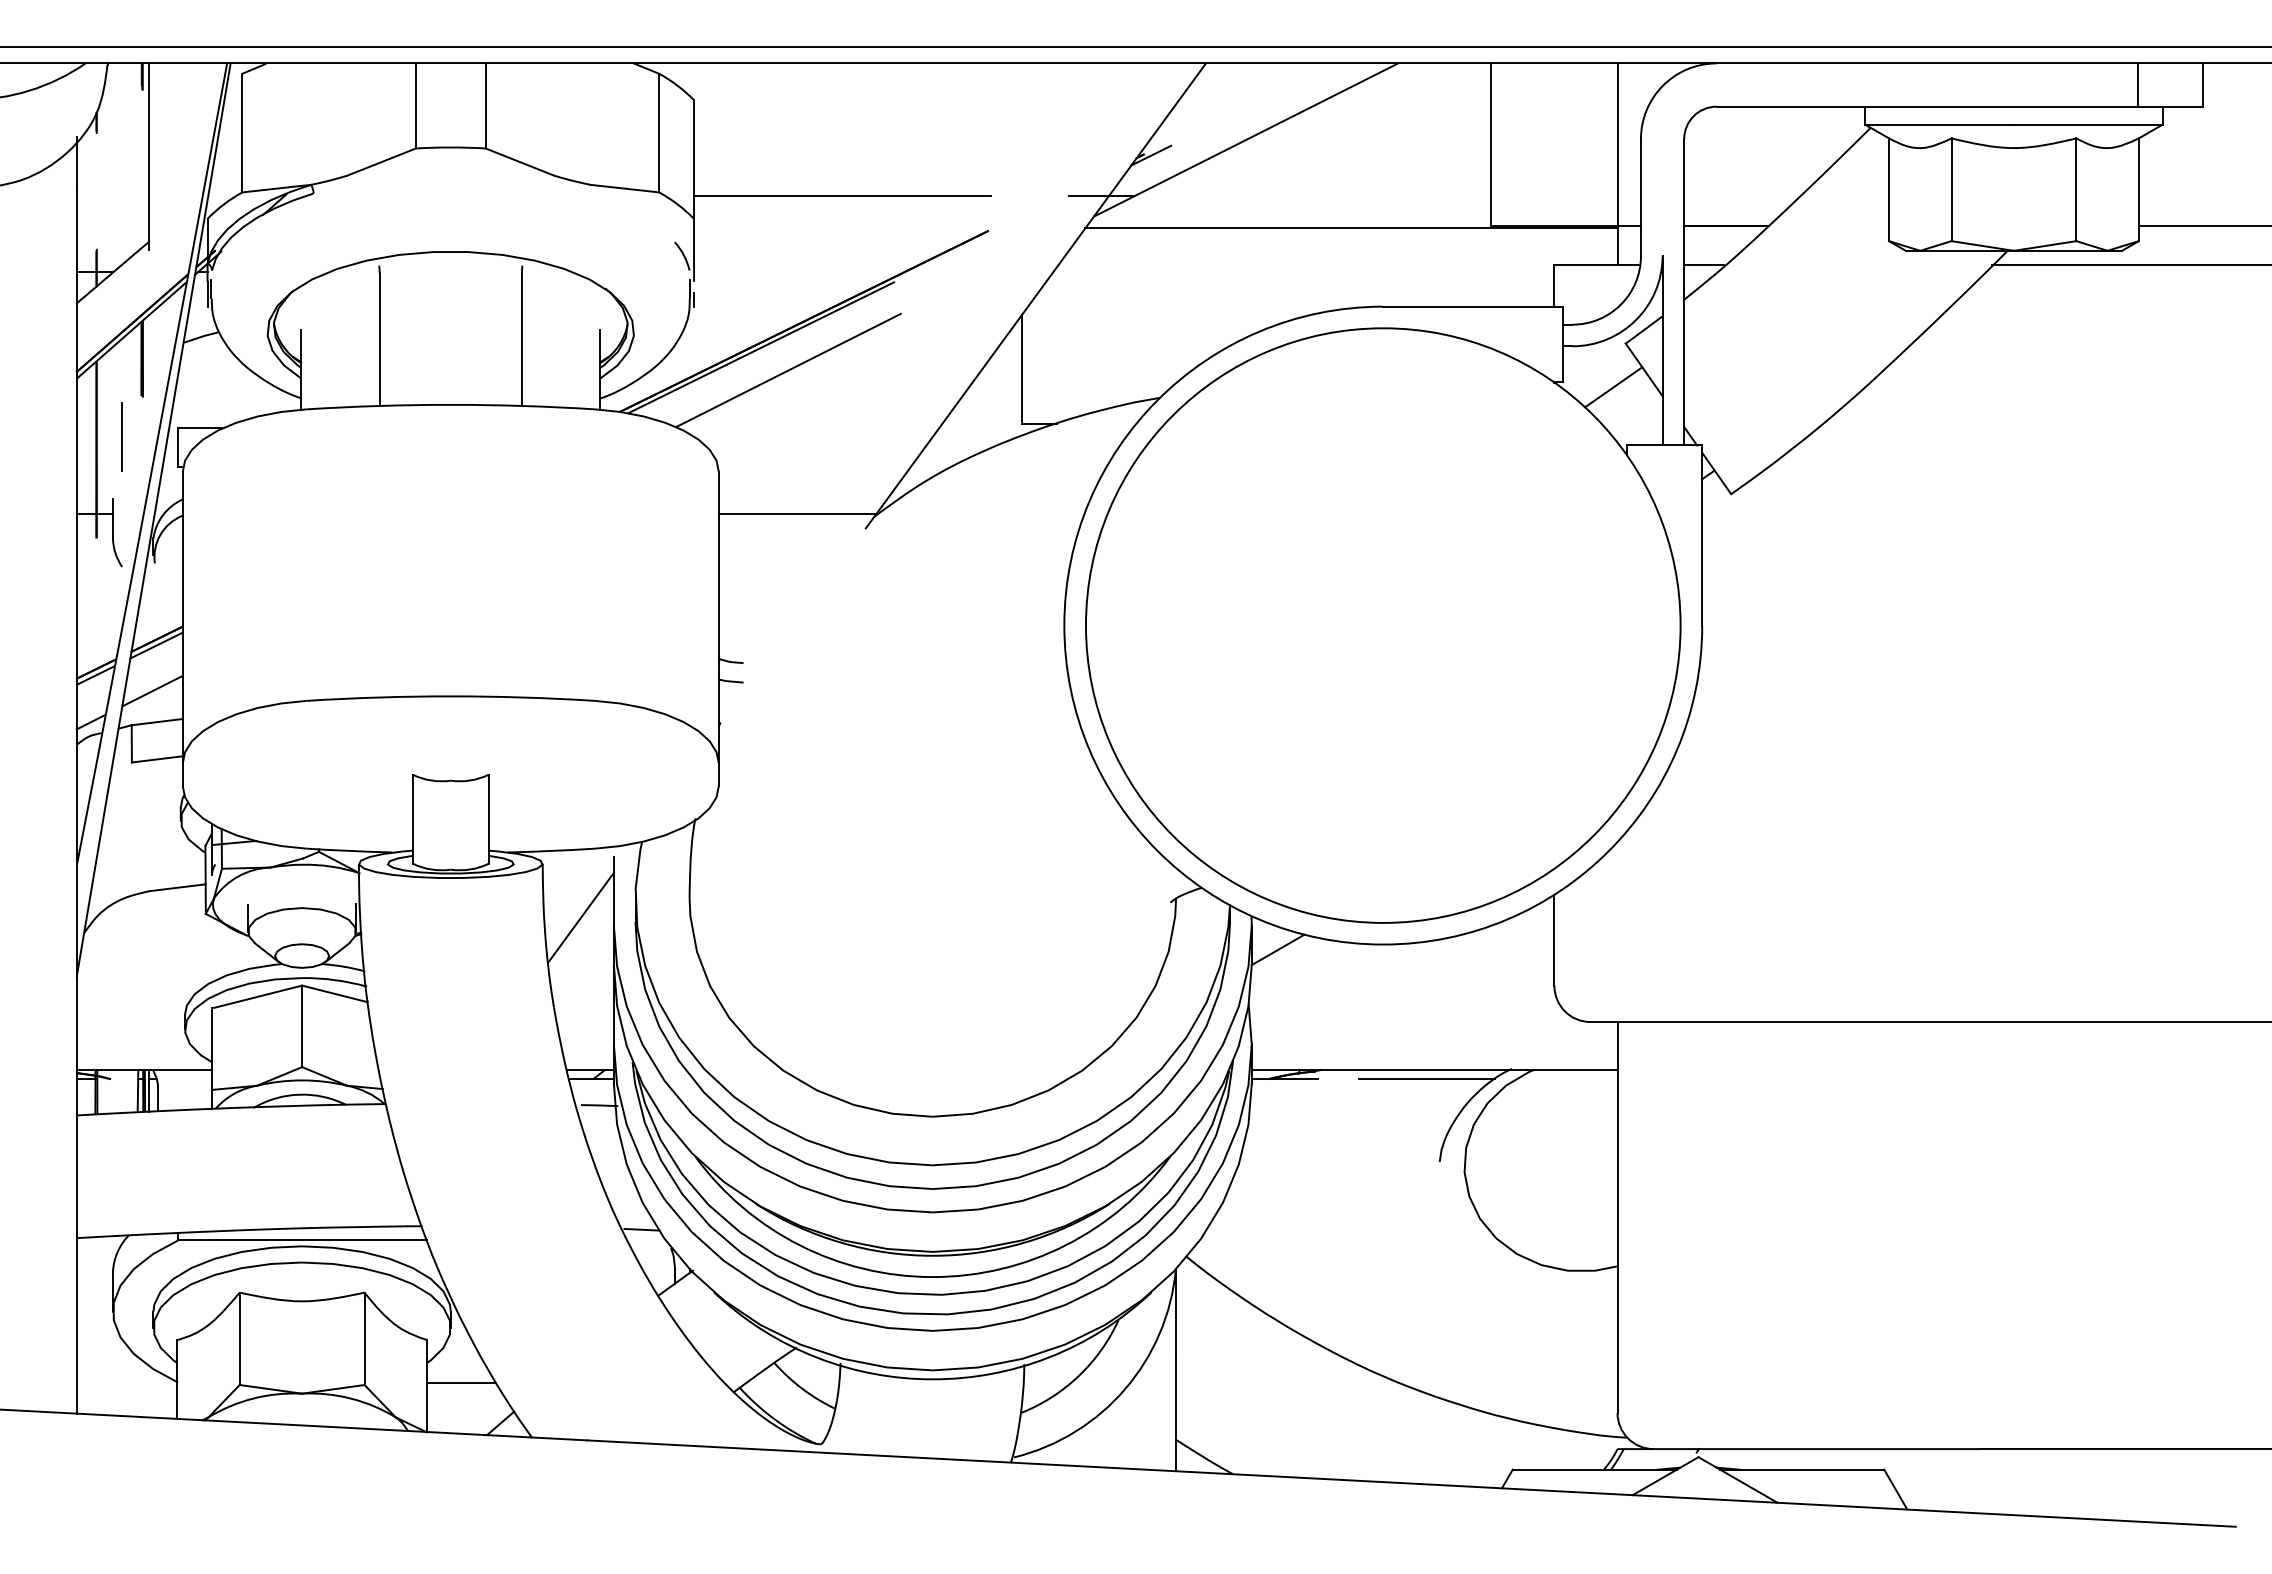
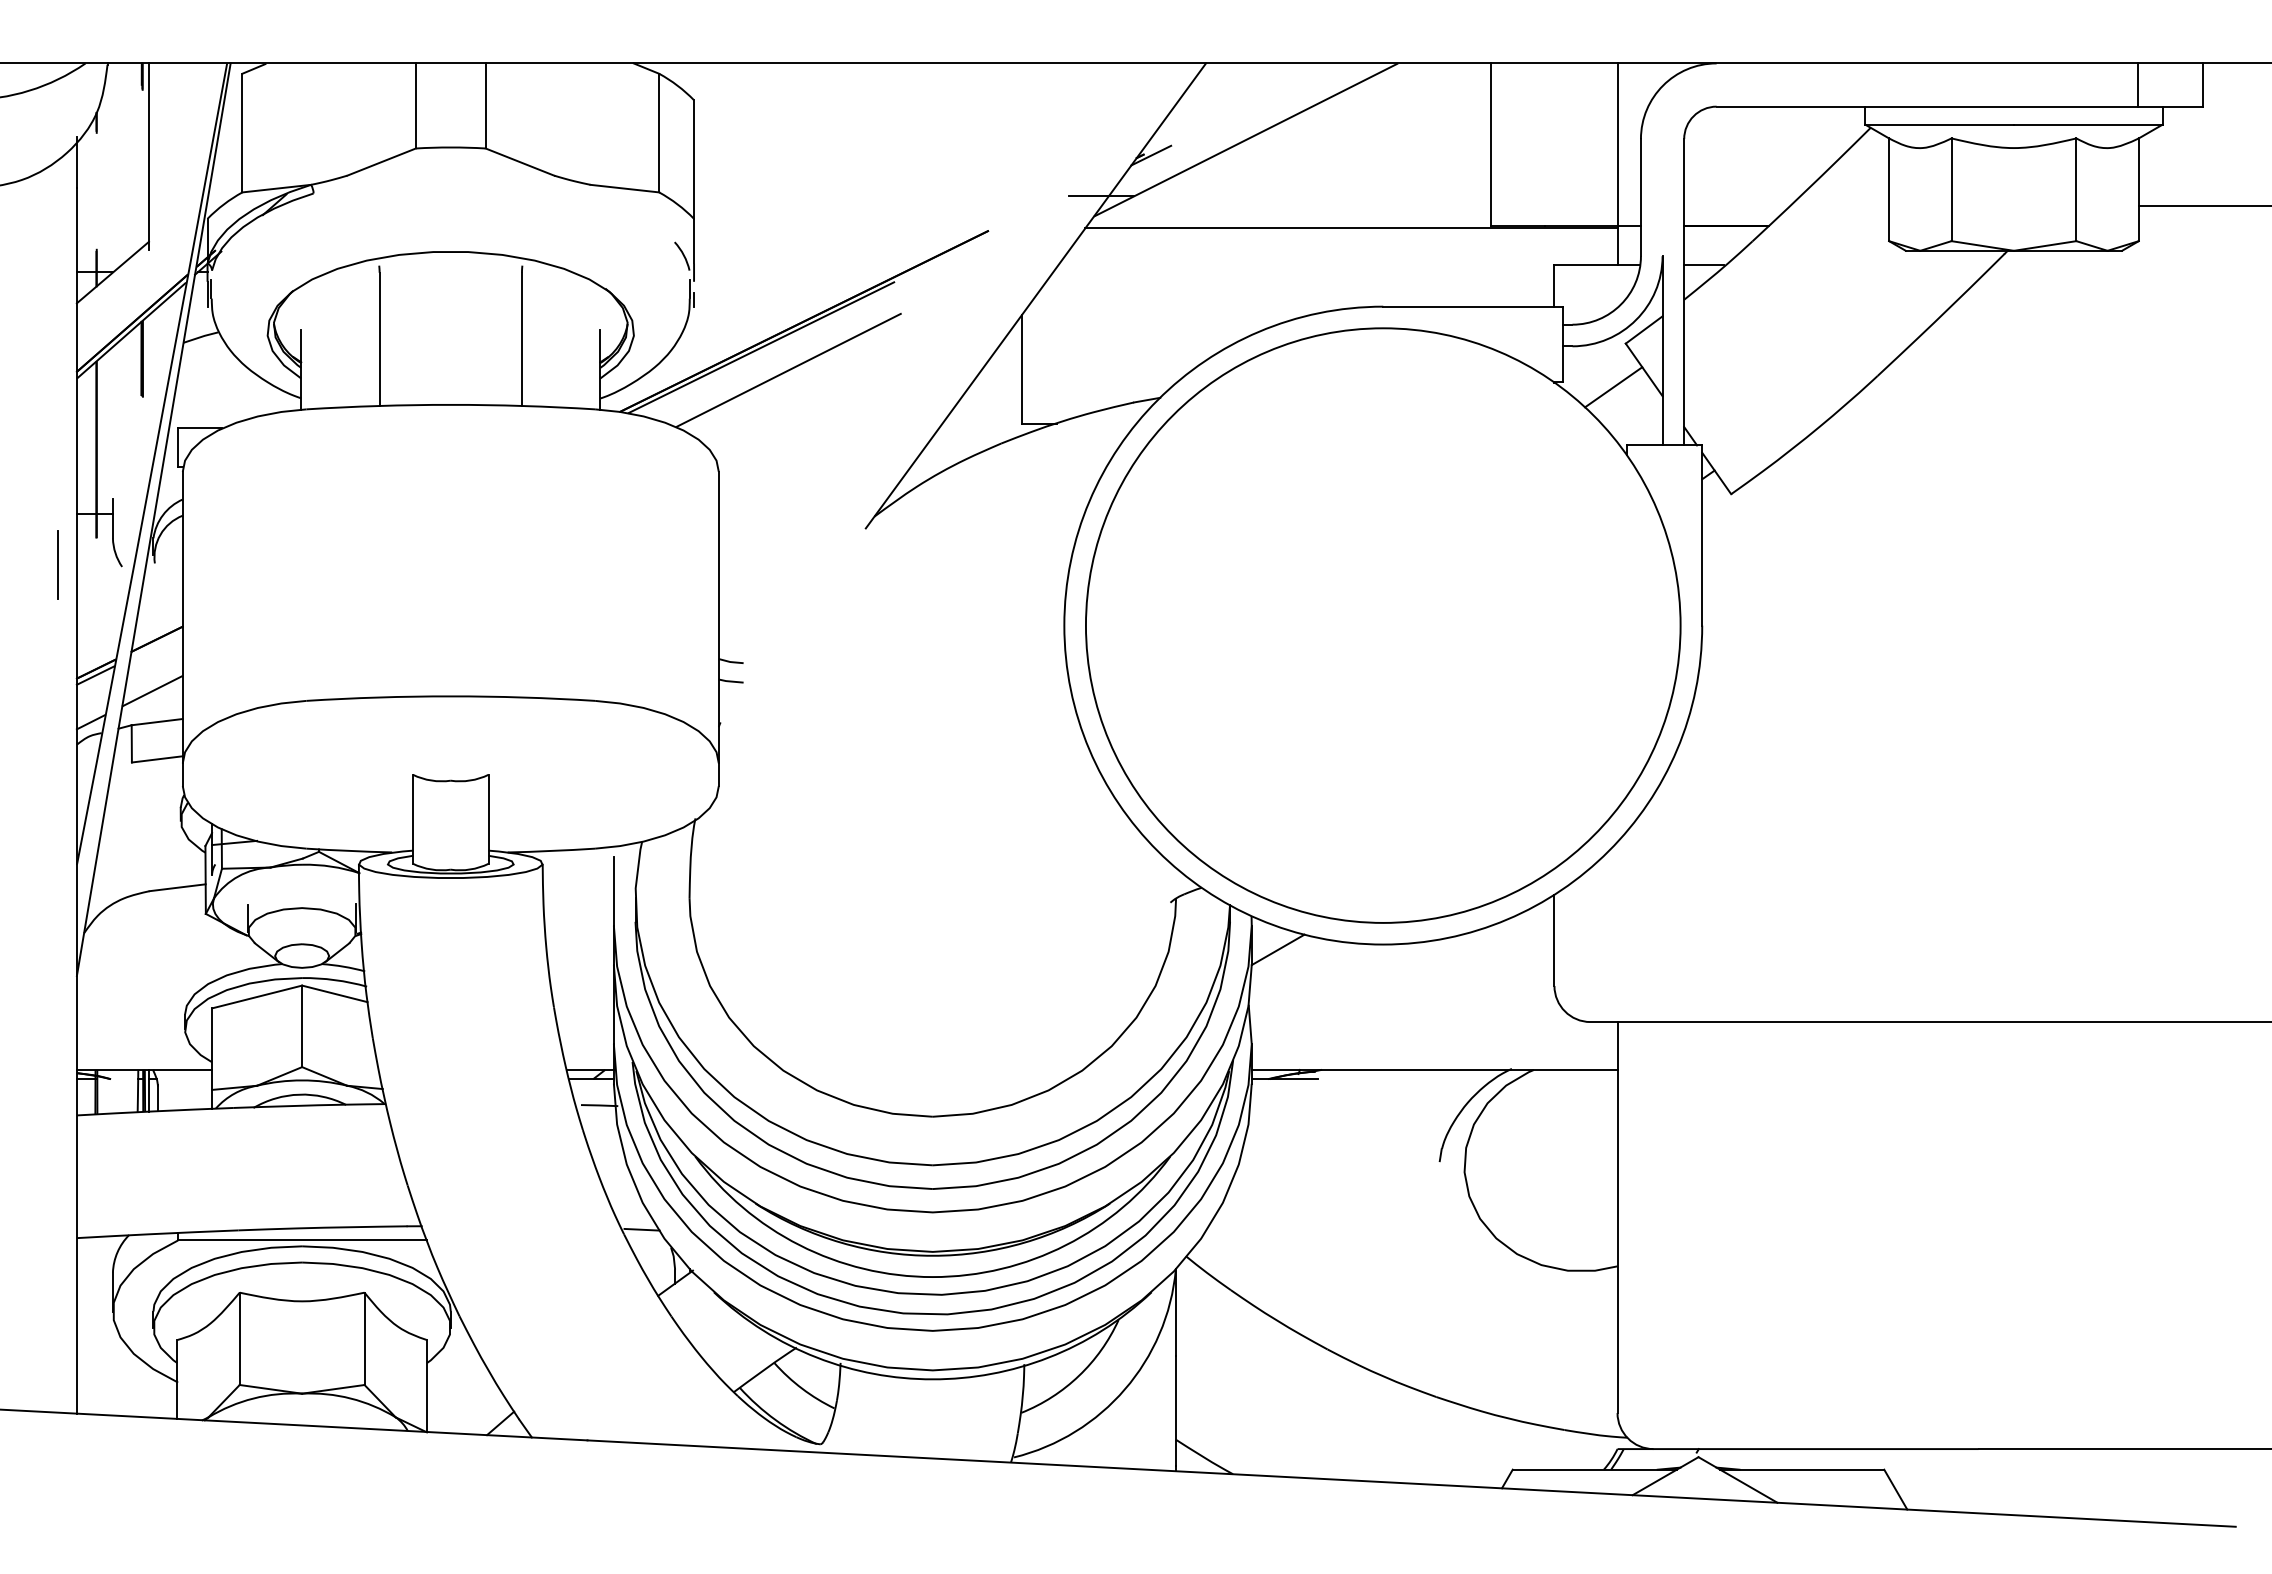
line at (1135, 47): present -> none
line at (842, 196): present -> none
line at (2203, 225) position: (2203, 225) -> (2203, 205)
line at (2130, 265): present -> none
line at (121, 436) position: (121, 436) -> (57, 564)
line at (798, 513): present -> none
line at (156, 645): present -> none
line at (580, 917): present -> none
line at (1426, 1079): present -> none
line at (461, 1382): present -> none
